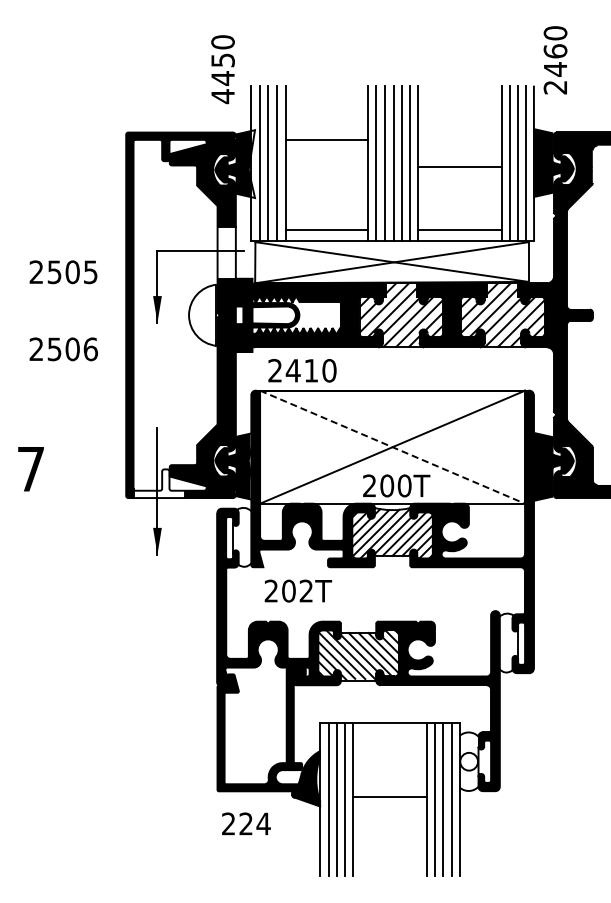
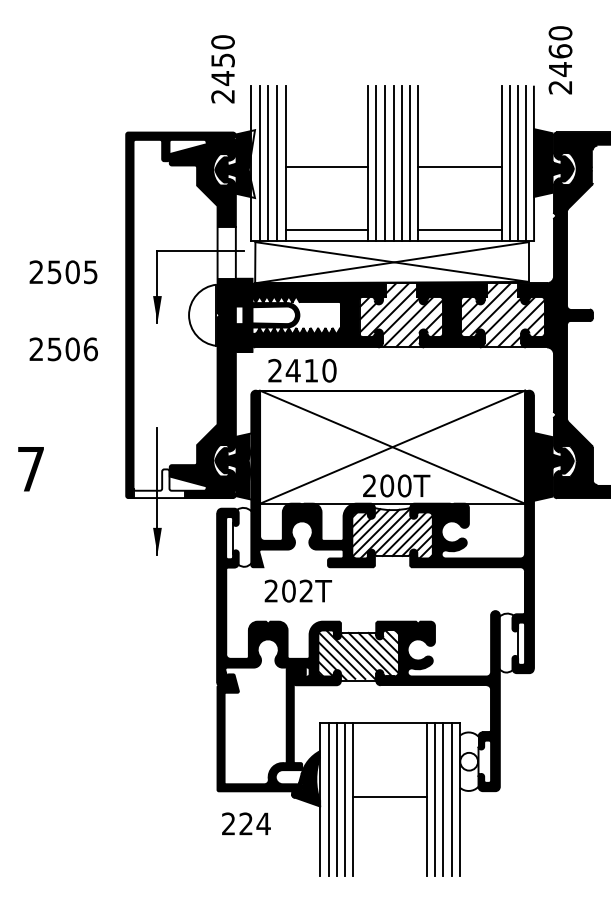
text at (555, 60) position: (555, 60) -> (560, 60)
text at (222, 96): 4450 -> 2450
line at (326, 140) position: (326, 140) -> (326, 167)
line at (393, 447): dashed -> solid
